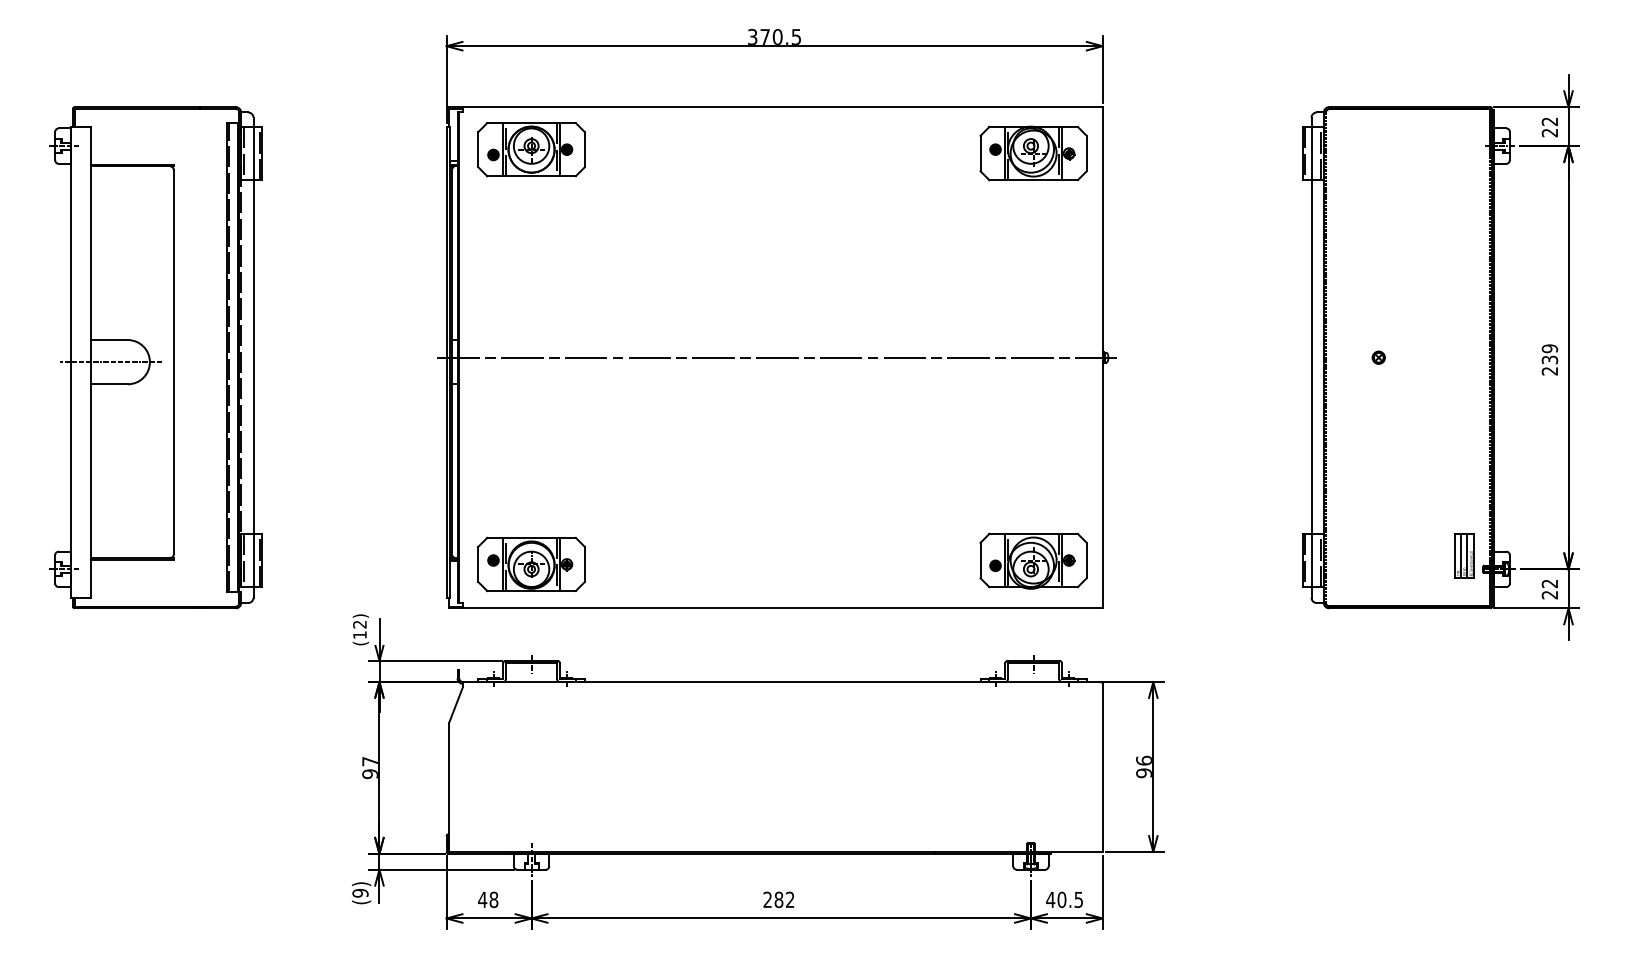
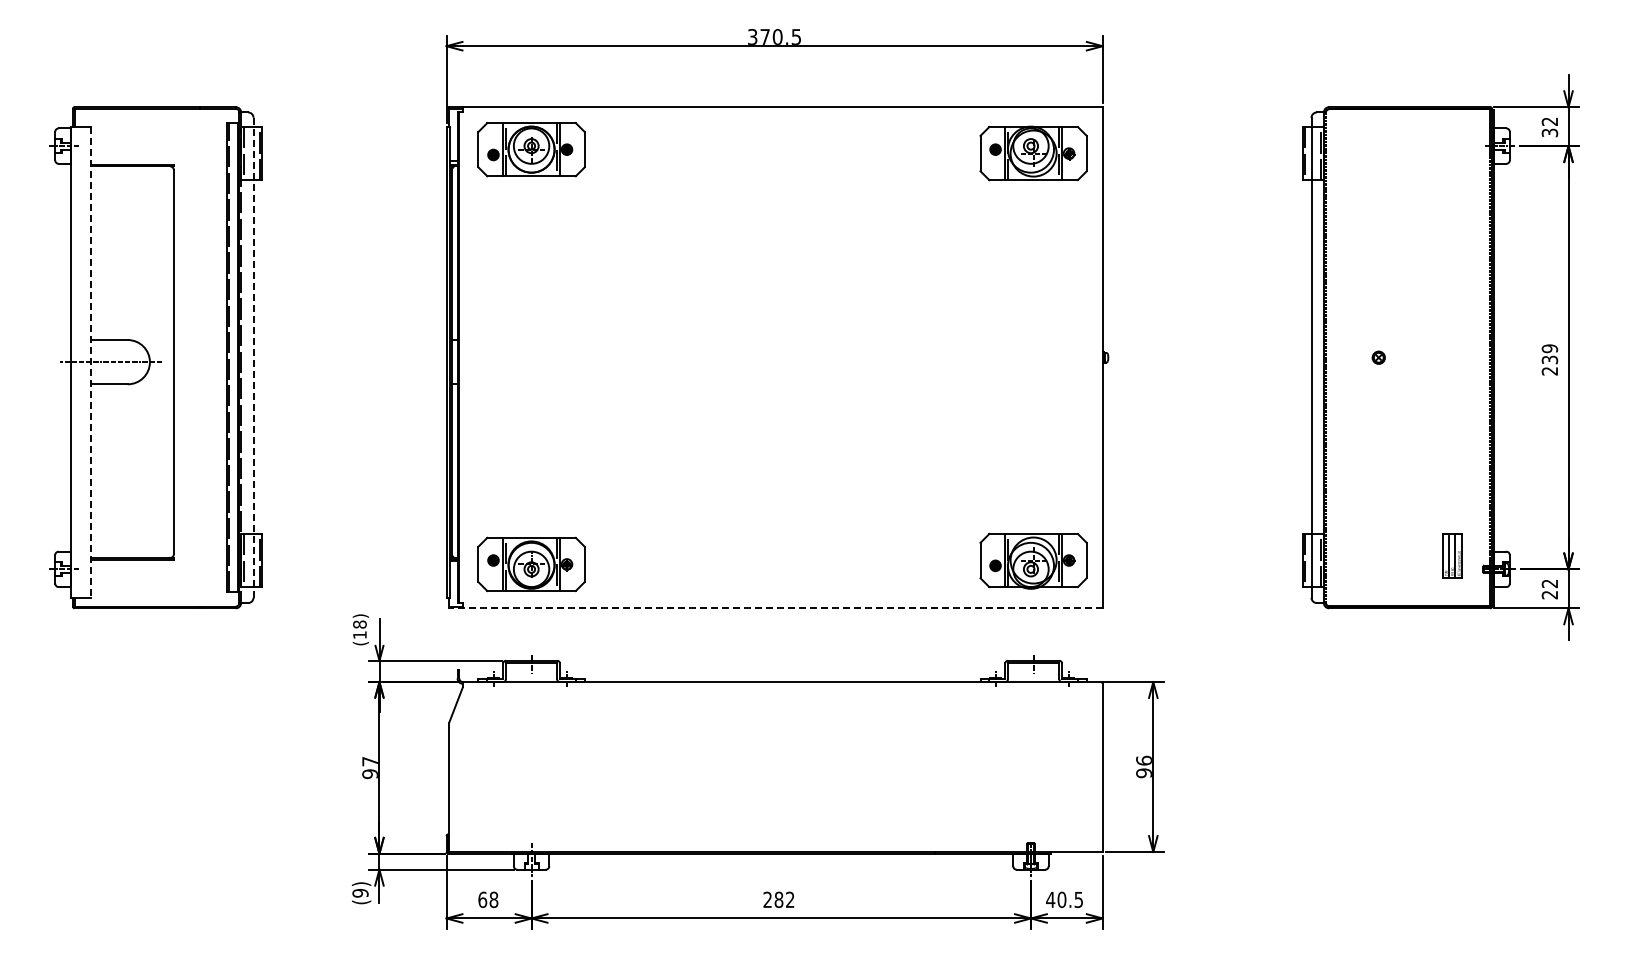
text at (1550, 132): 22 -> 32
line at (253, 357): solid -> dashed
line at (778, 357): present -> none
line at (90, 362): solid -> dashed
part at (1464, 555) position: (1464, 555) -> (1452, 555)
line at (775, 608): solid -> dashed
text at (359, 624): (12) -> (18)
text at (482, 899): 48 -> 68
